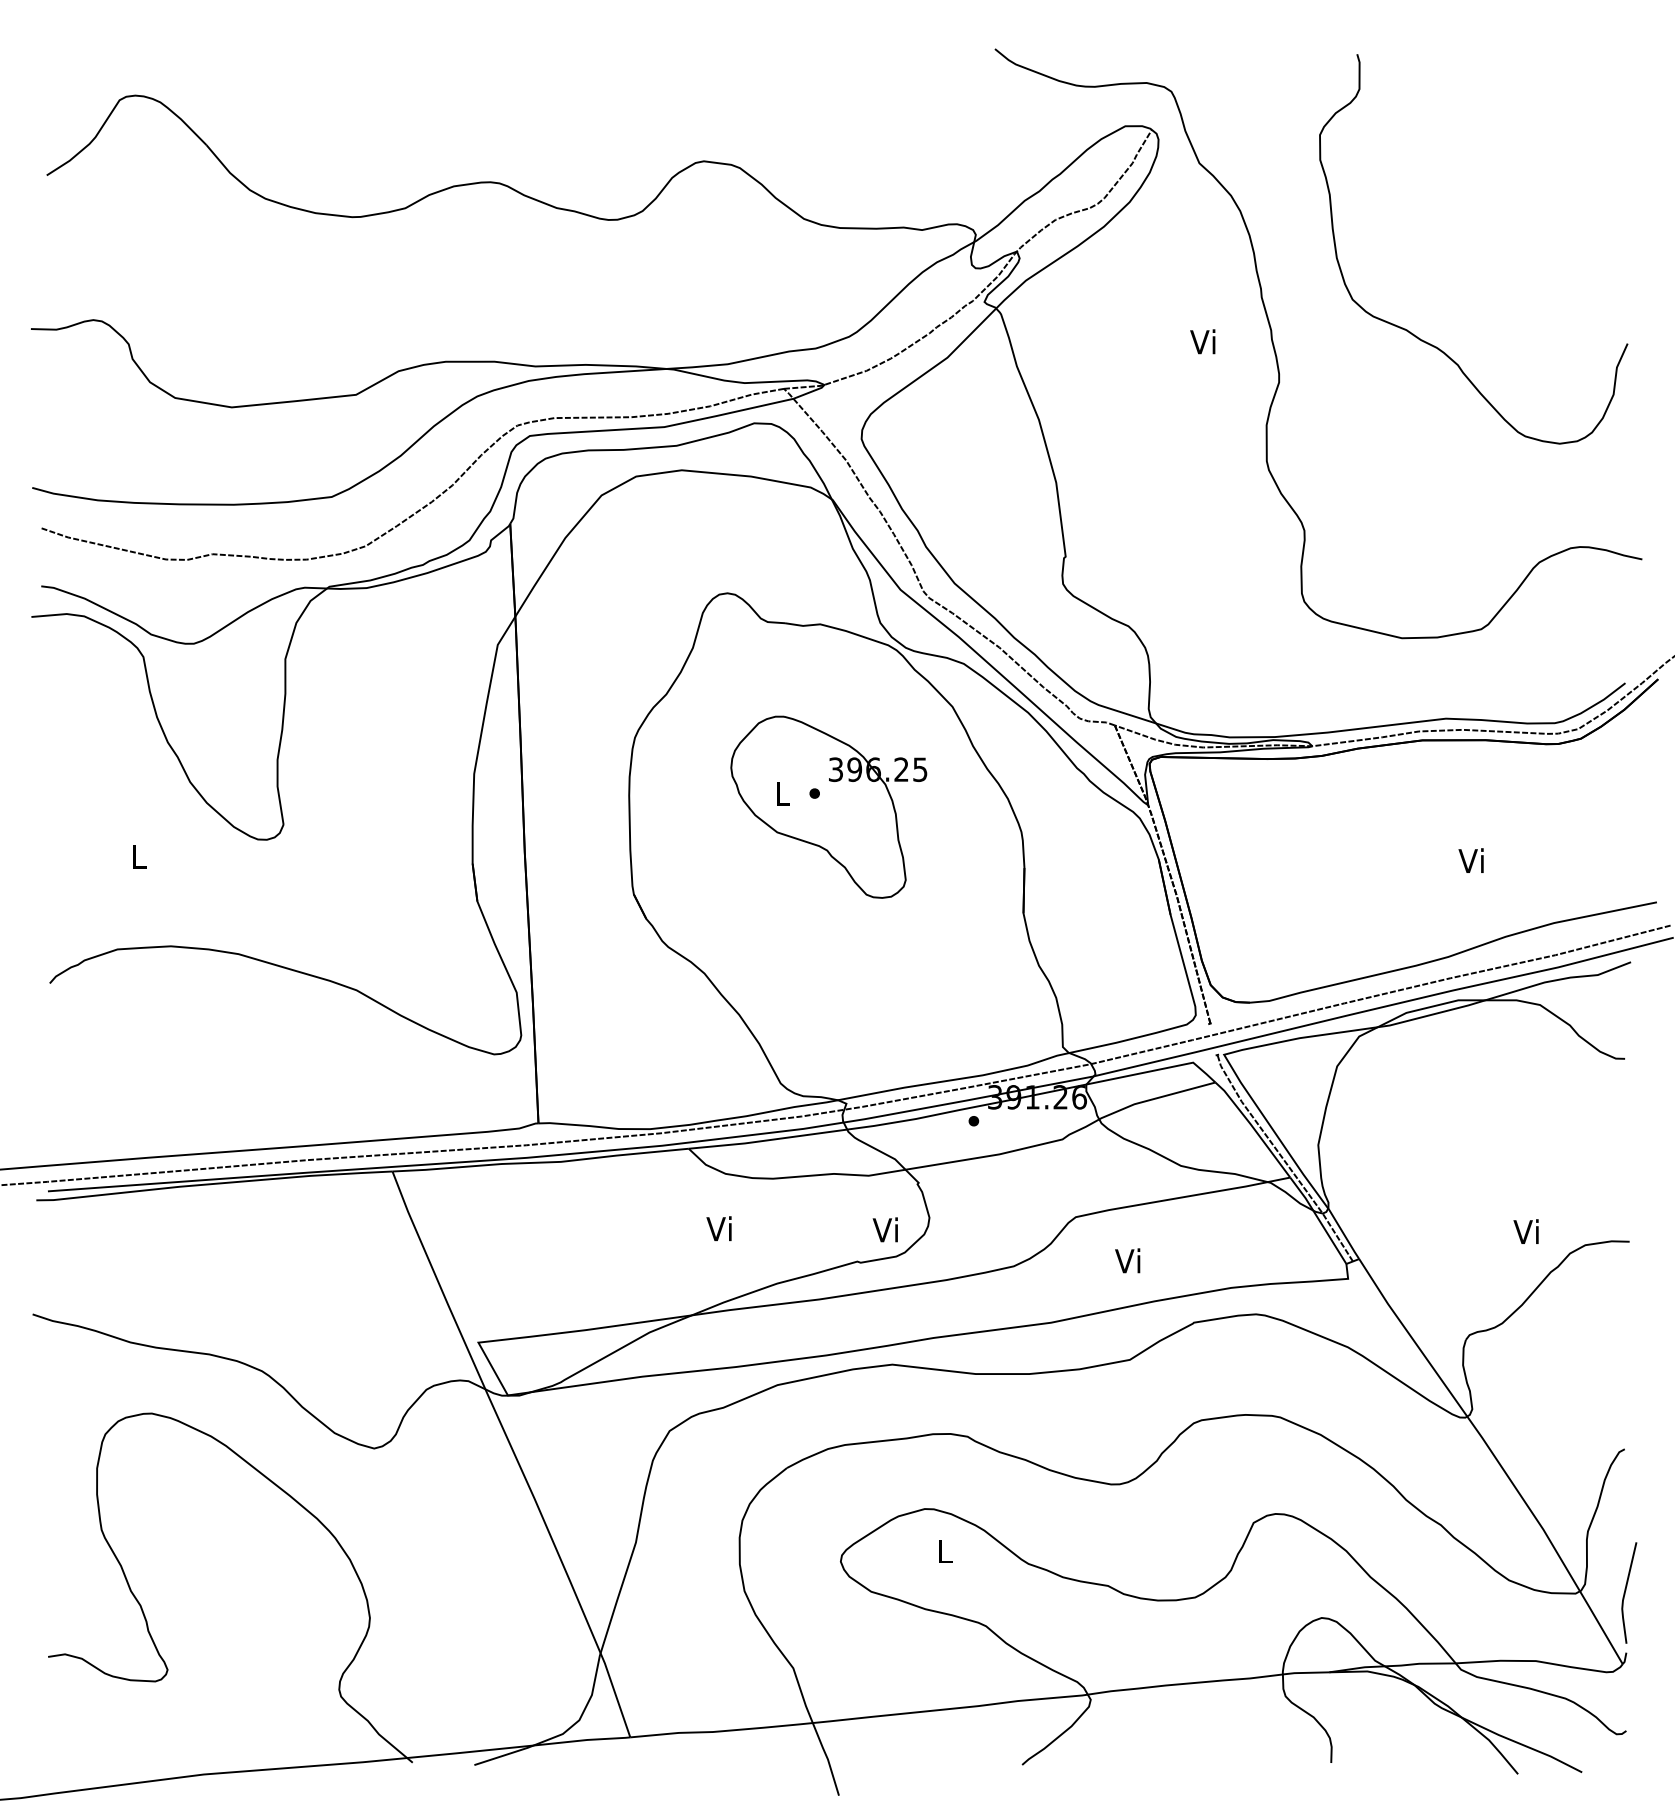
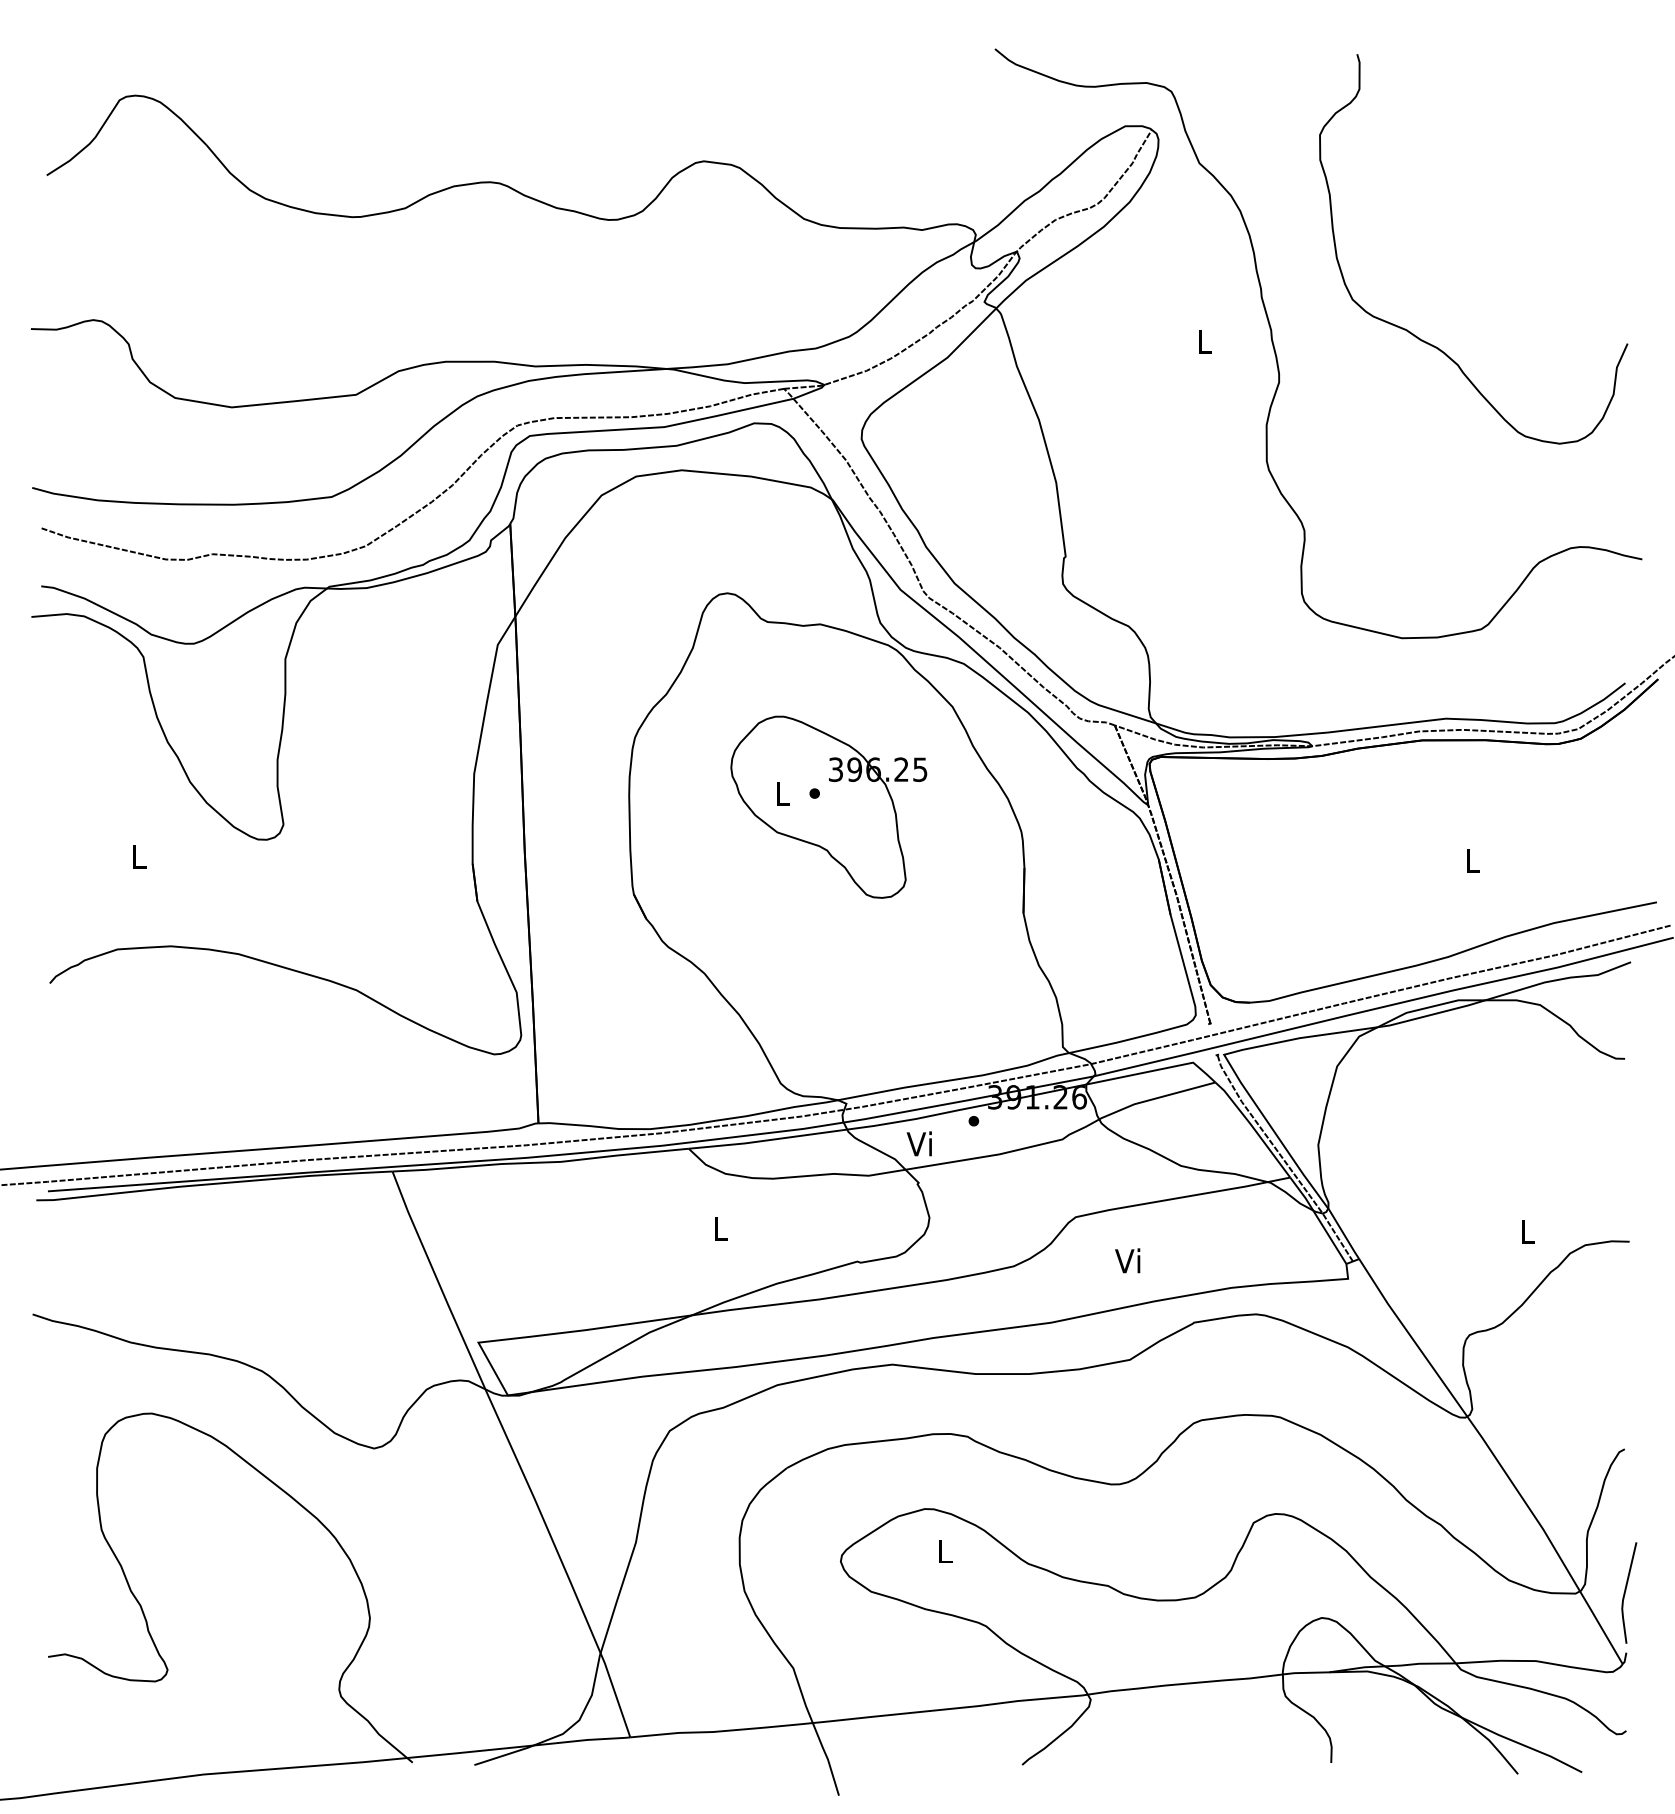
text at (1202, 341): Vi -> L
text at (1470, 860): Vi -> L
text at (718, 1228): Vi -> L
text at (884, 1229) position: (884, 1229) -> (918, 1143)
text at (1525, 1231): Vi -> L
